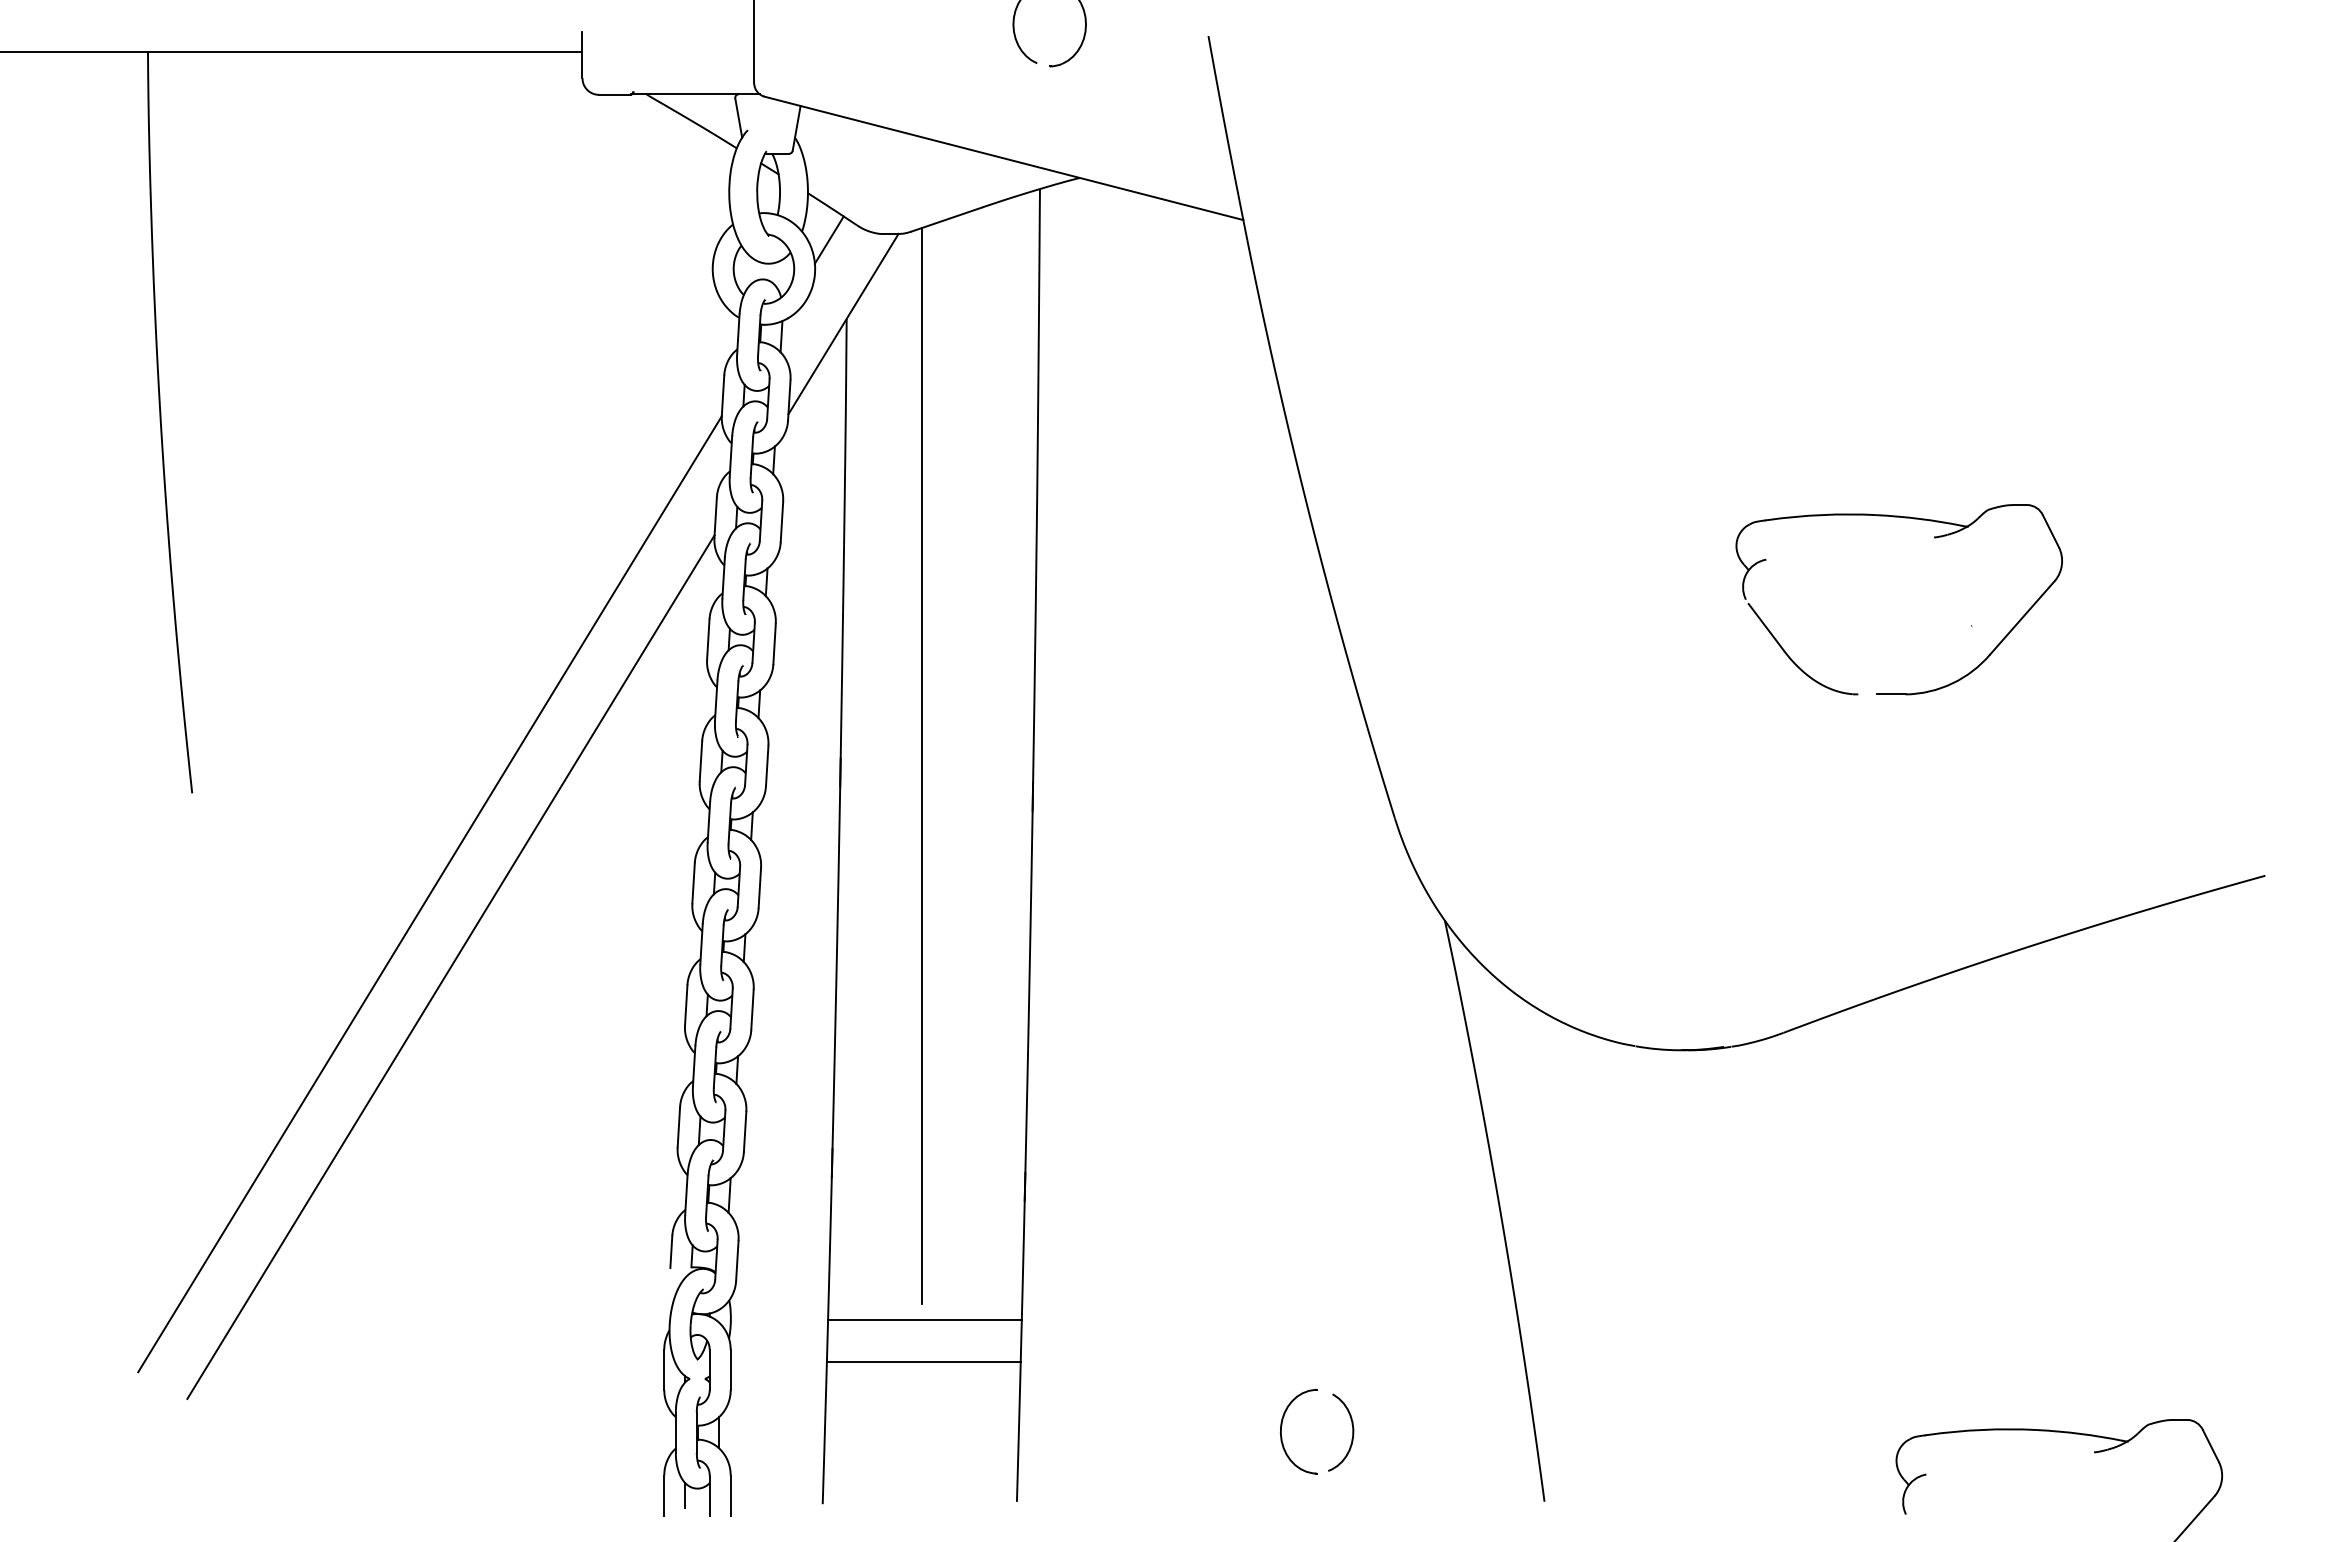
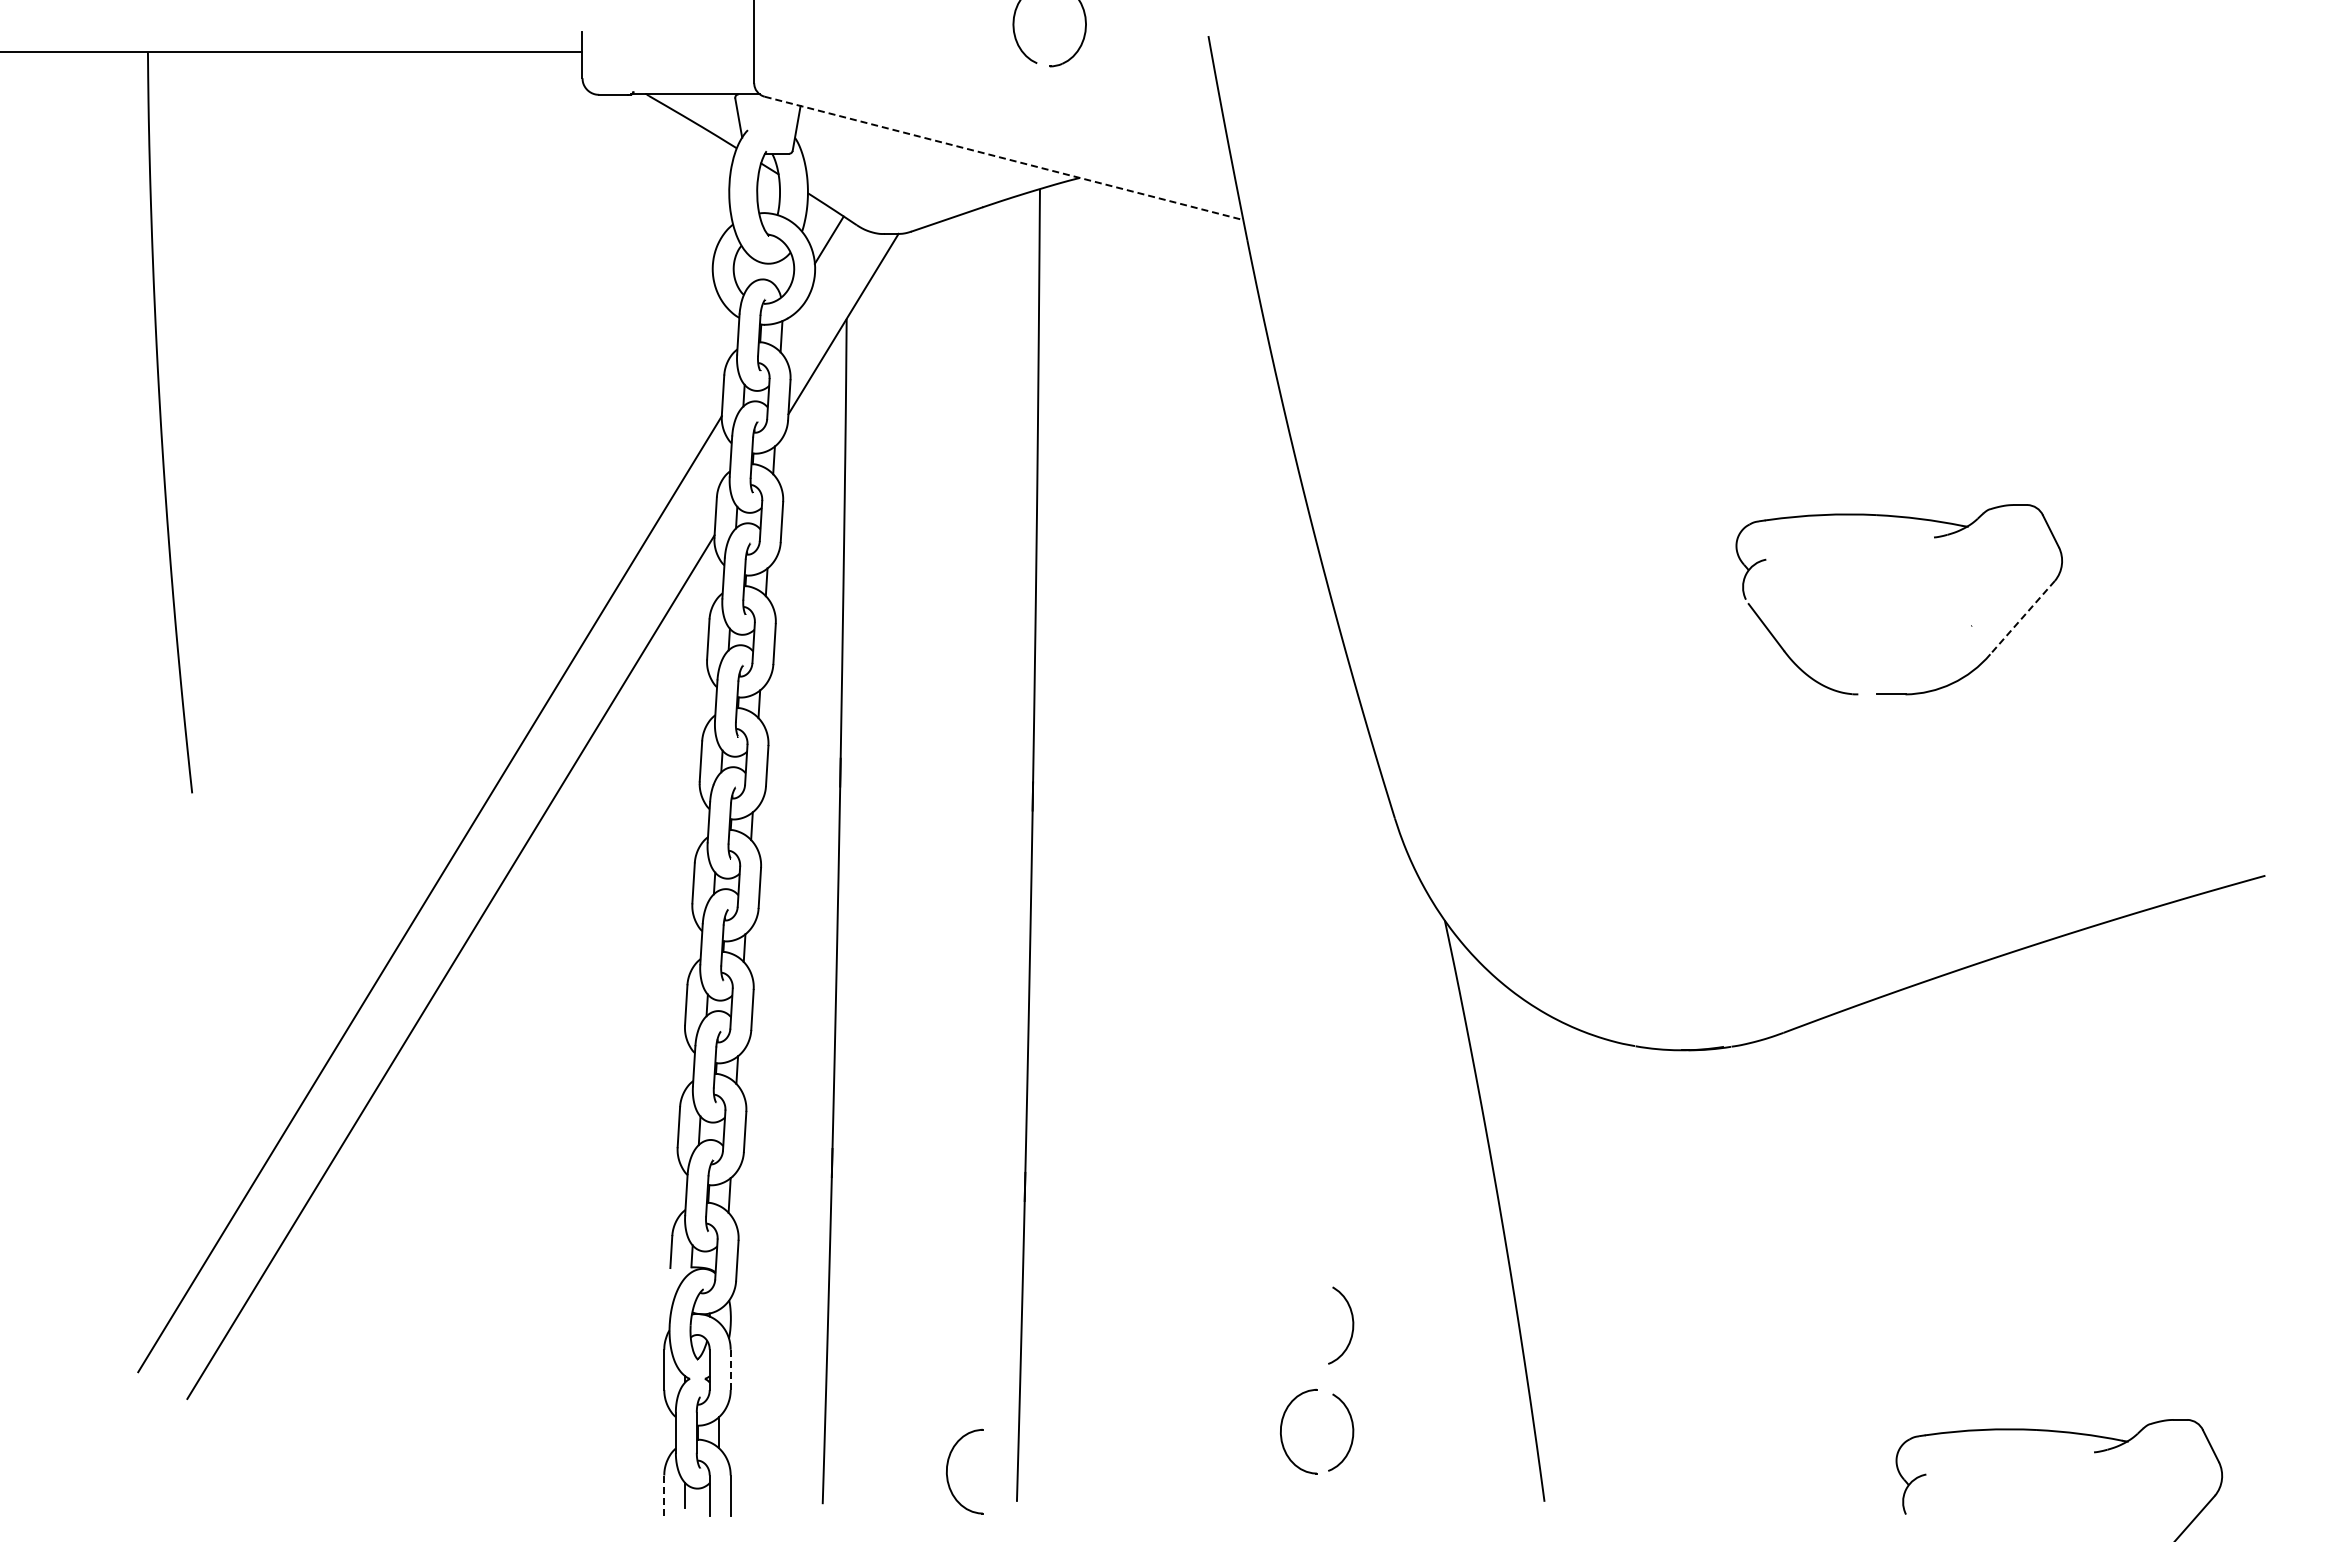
line at (1004, 158): solid -> dashed
line at (2022, 617): solid -> dashed
line at (921, 765): present -> none
line at (924, 1319): present -> none
curve at (1352, 1325): none -> present
line at (923, 1361): present -> none
line at (730, 1369): solid -> dashed
part at (947, 1471): none -> present
line at (664, 1496): solid -> dashed
